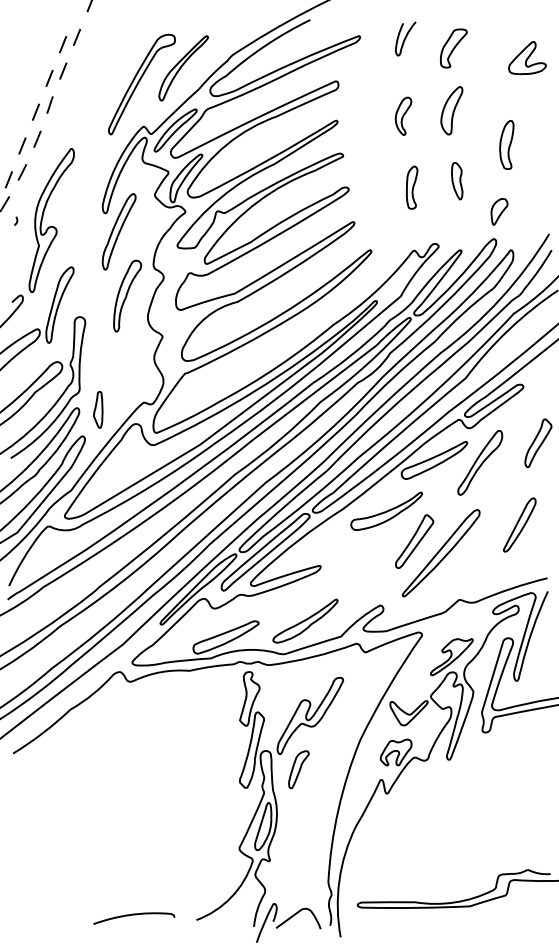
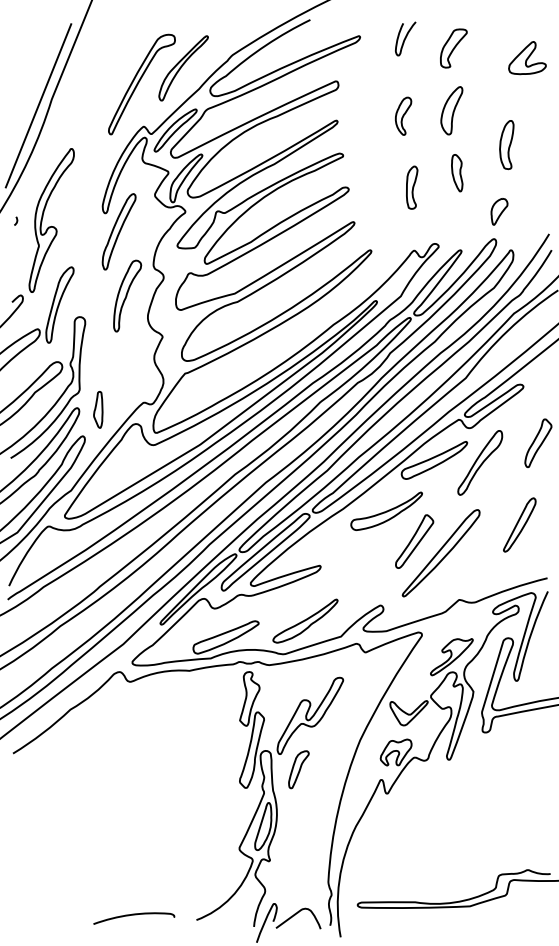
line at (38, 105): dashed -> solid
line at (47, 112): dashed -> solid
part at (457, 181) position: (457, 181) -> (457, 173)
